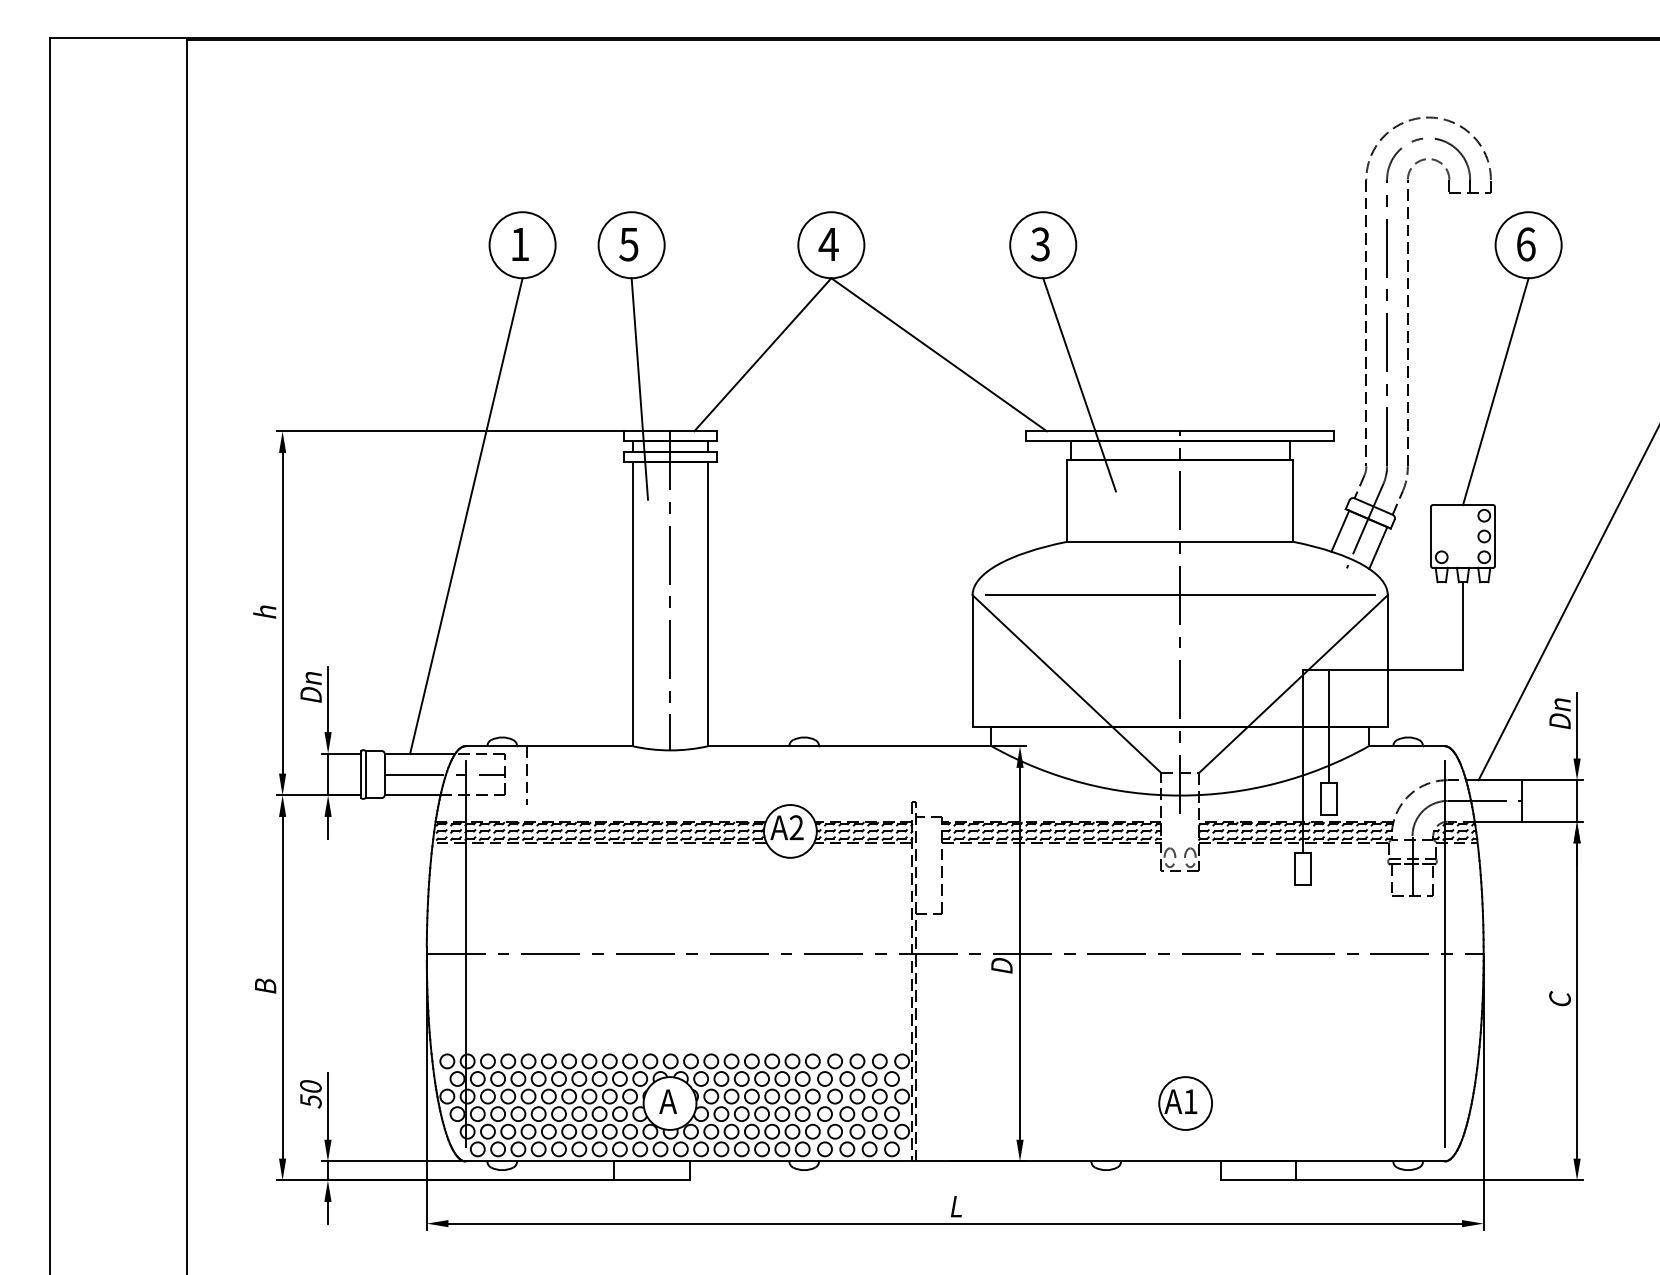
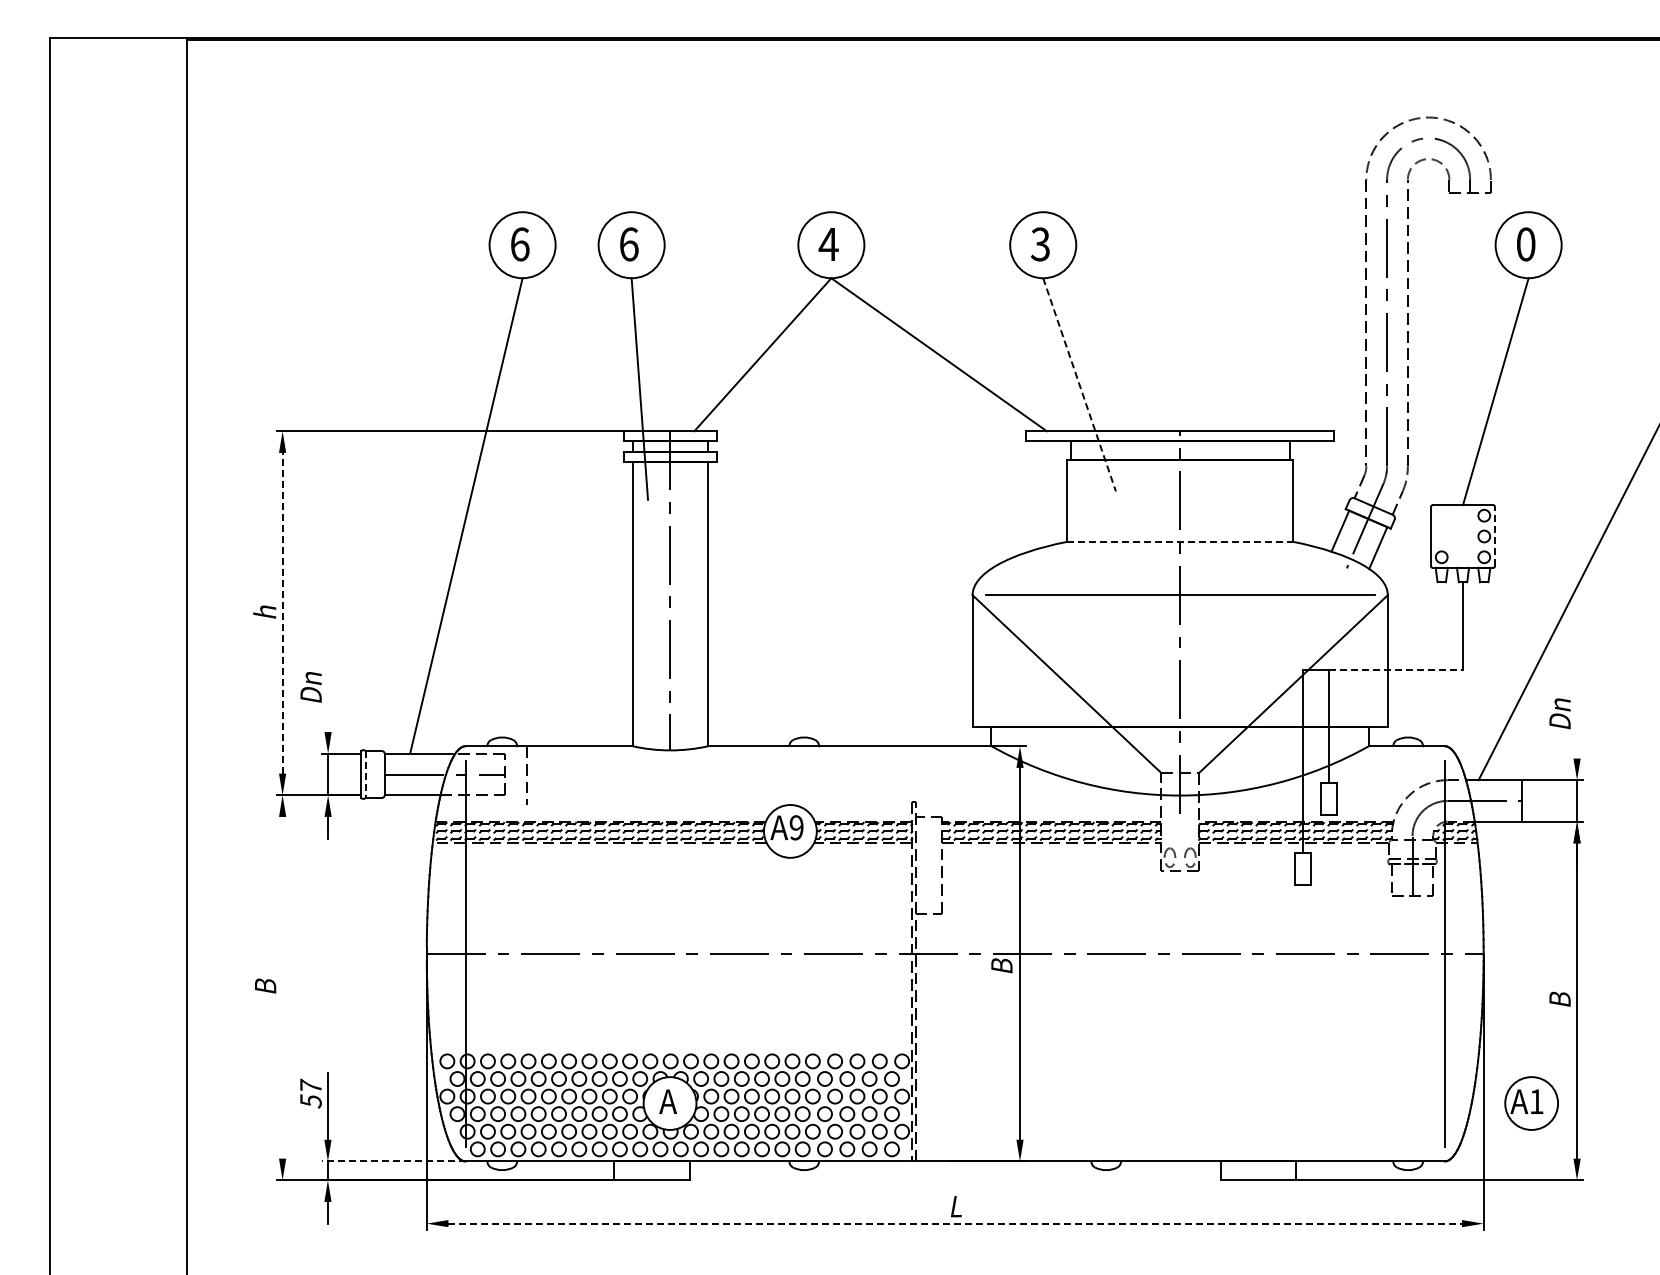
text at (520, 244): 1 -> 6
text at (628, 244): 5 -> 6
text at (1526, 244): 6 -> 0
line at (1079, 384): solid -> dashed
line at (1495, 536): solid -> dashed
line at (1180, 541): solid -> dashed
line at (282, 612): solid -> dashed
line at (1396, 670): solid -> dashed
line at (328, 699): present -> none
line at (1577, 725): present -> none
line at (365, 775): solid -> dashed
text at (796, 827): 2 -> 9
text at (1001, 965): D -> B
line at (282, 987): present -> none
text at (1559, 998): C -> B
text at (310, 1085): 50 -> 57
part at (1185, 1103) position: (1185, 1103) -> (1531, 1103)
line at (393, 1161): solid -> dashed
line at (955, 1223): solid -> dashed
